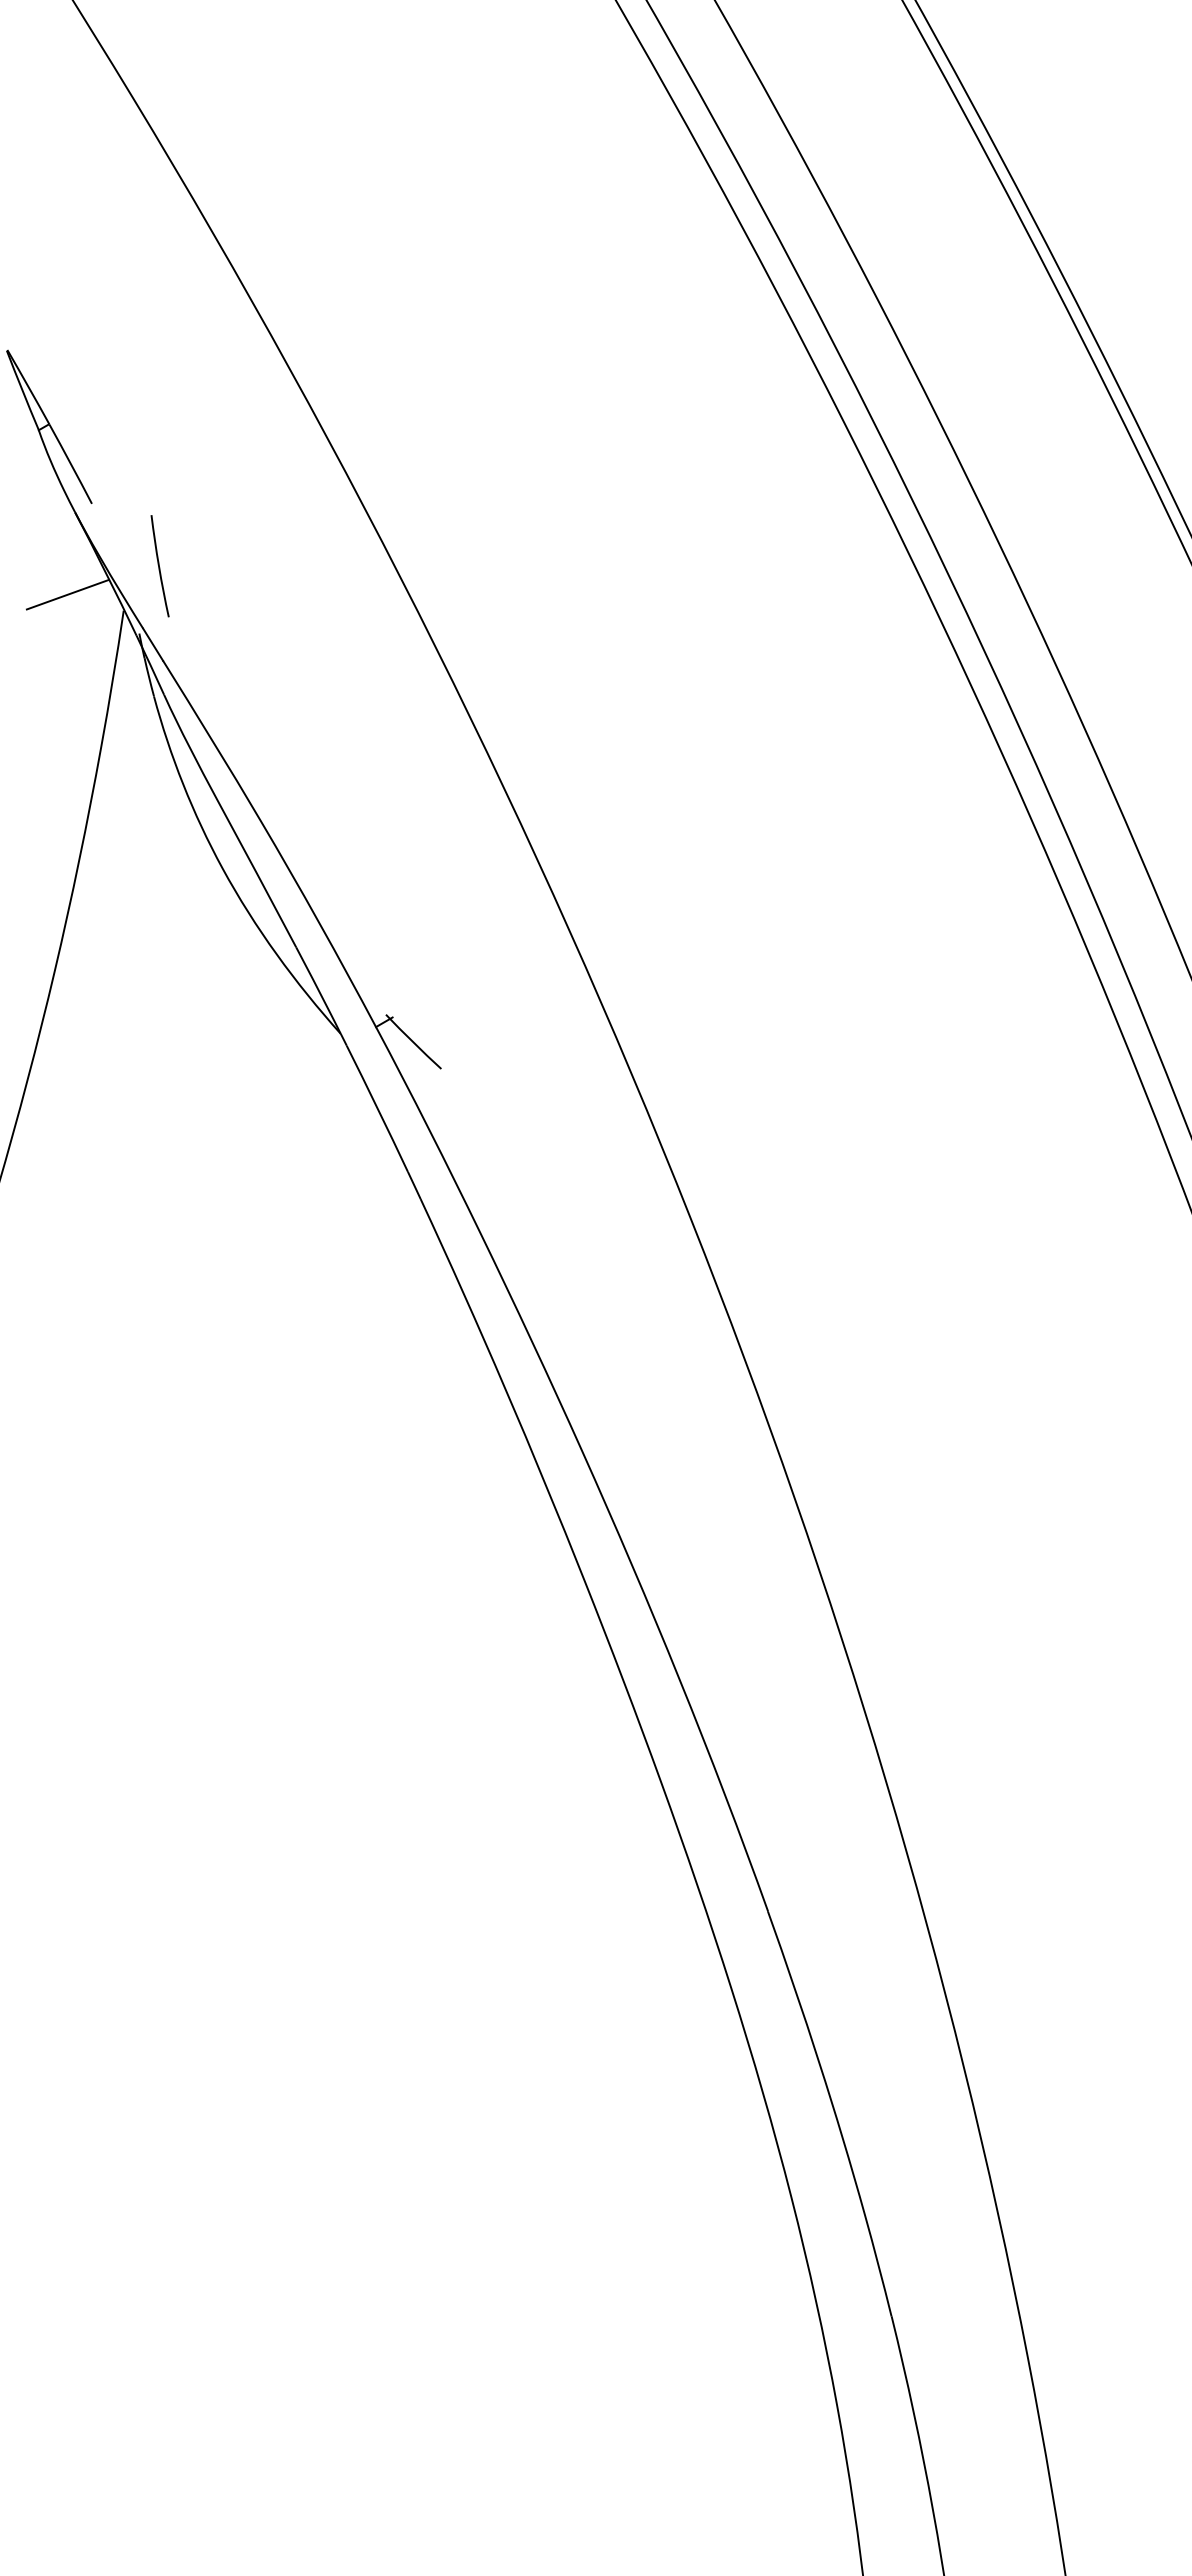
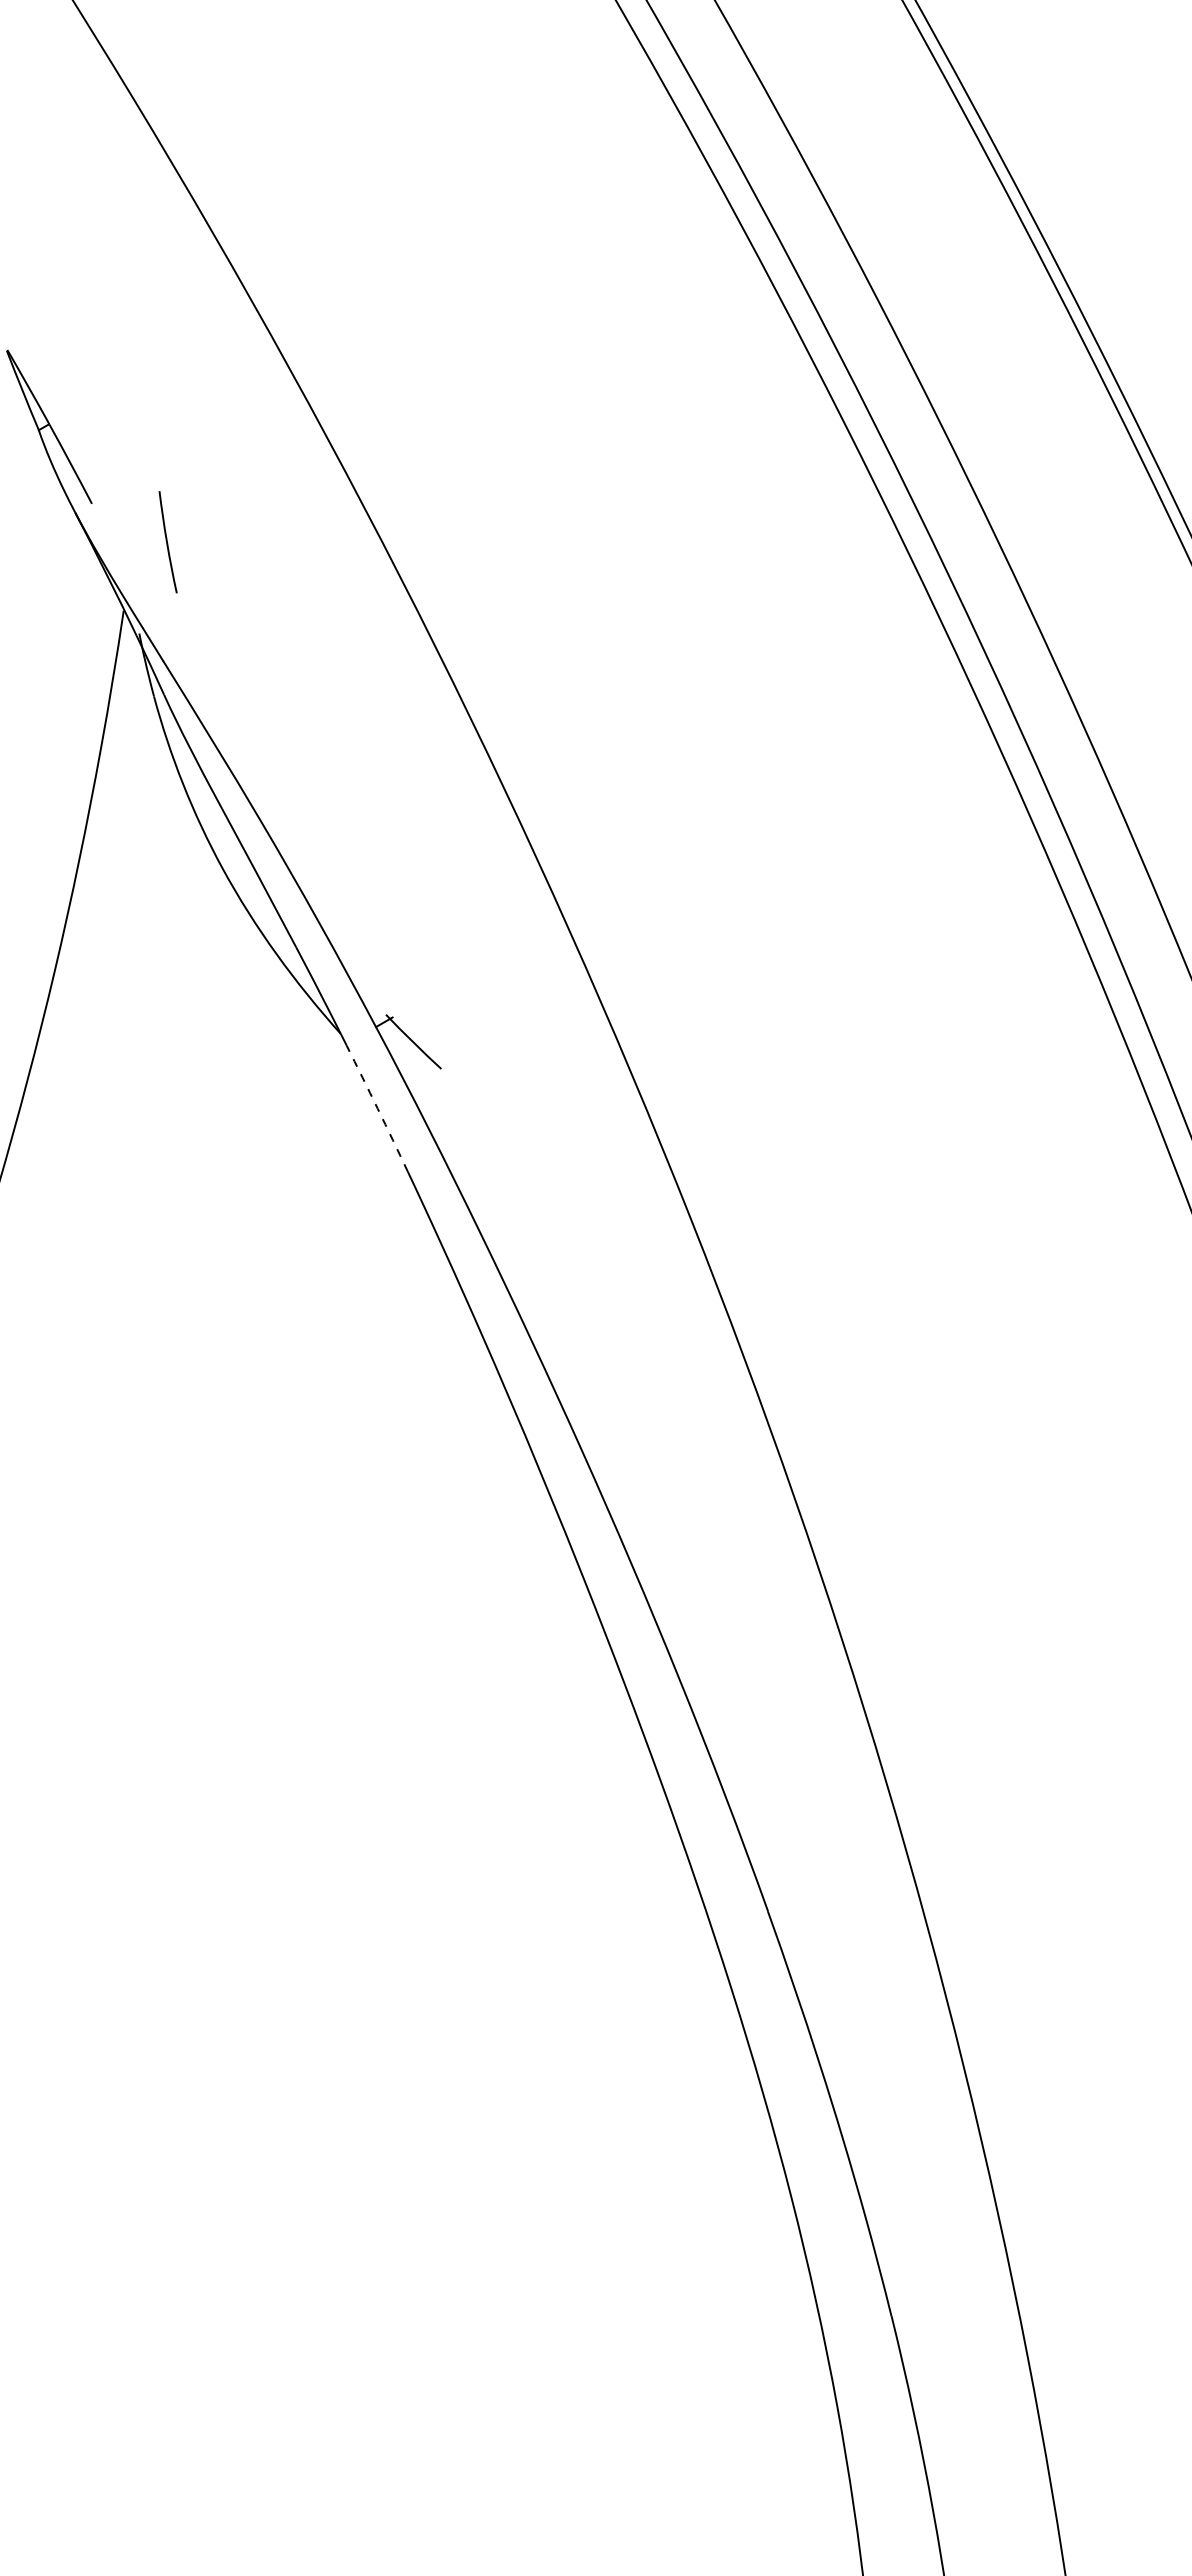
curve at (159, 566) position: (159, 566) -> (167, 542)
line at (67, 594): present -> none
arc at (377, 1108): solid -> dashed
